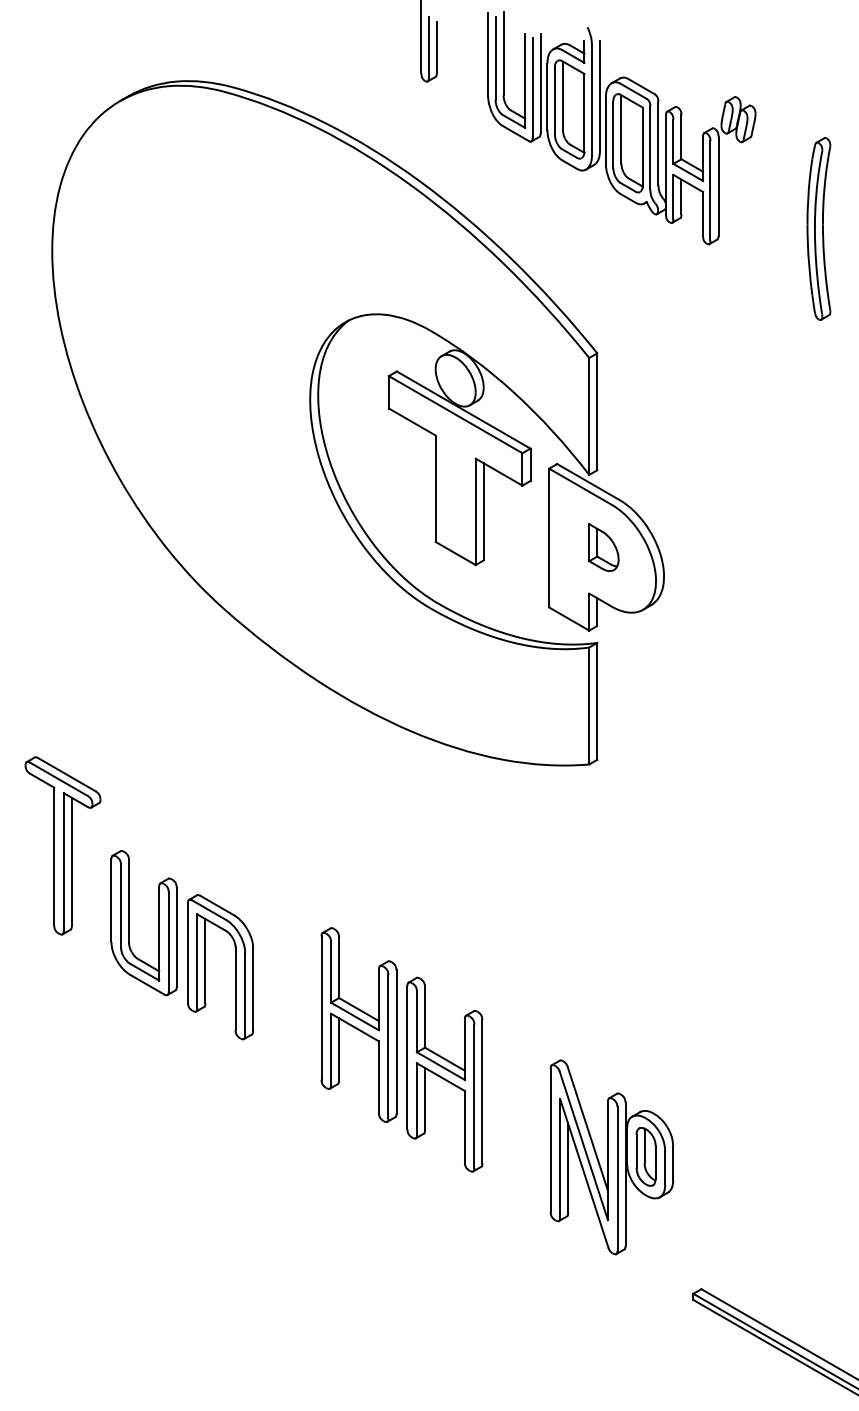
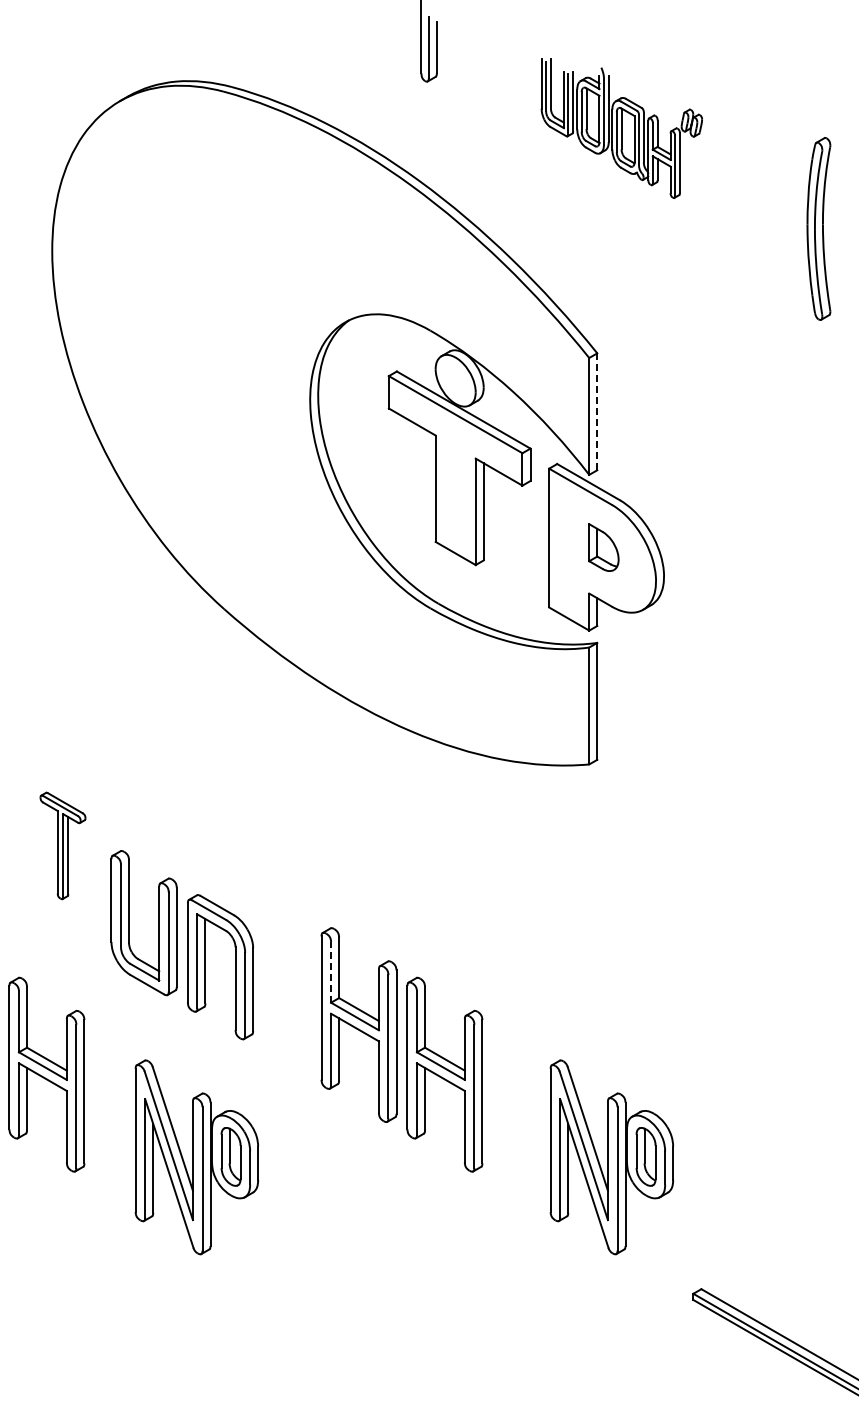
part at (621, 128) size: 270x235 px -> 163x141 px
line at (597, 411): solid -> dashed
part at (62, 845) size: 78x180 px -> 48x110 px
line at (331, 971): solid -> dashed
part at (46, 1074): none -> present
part at (196, 1157): none -> present
